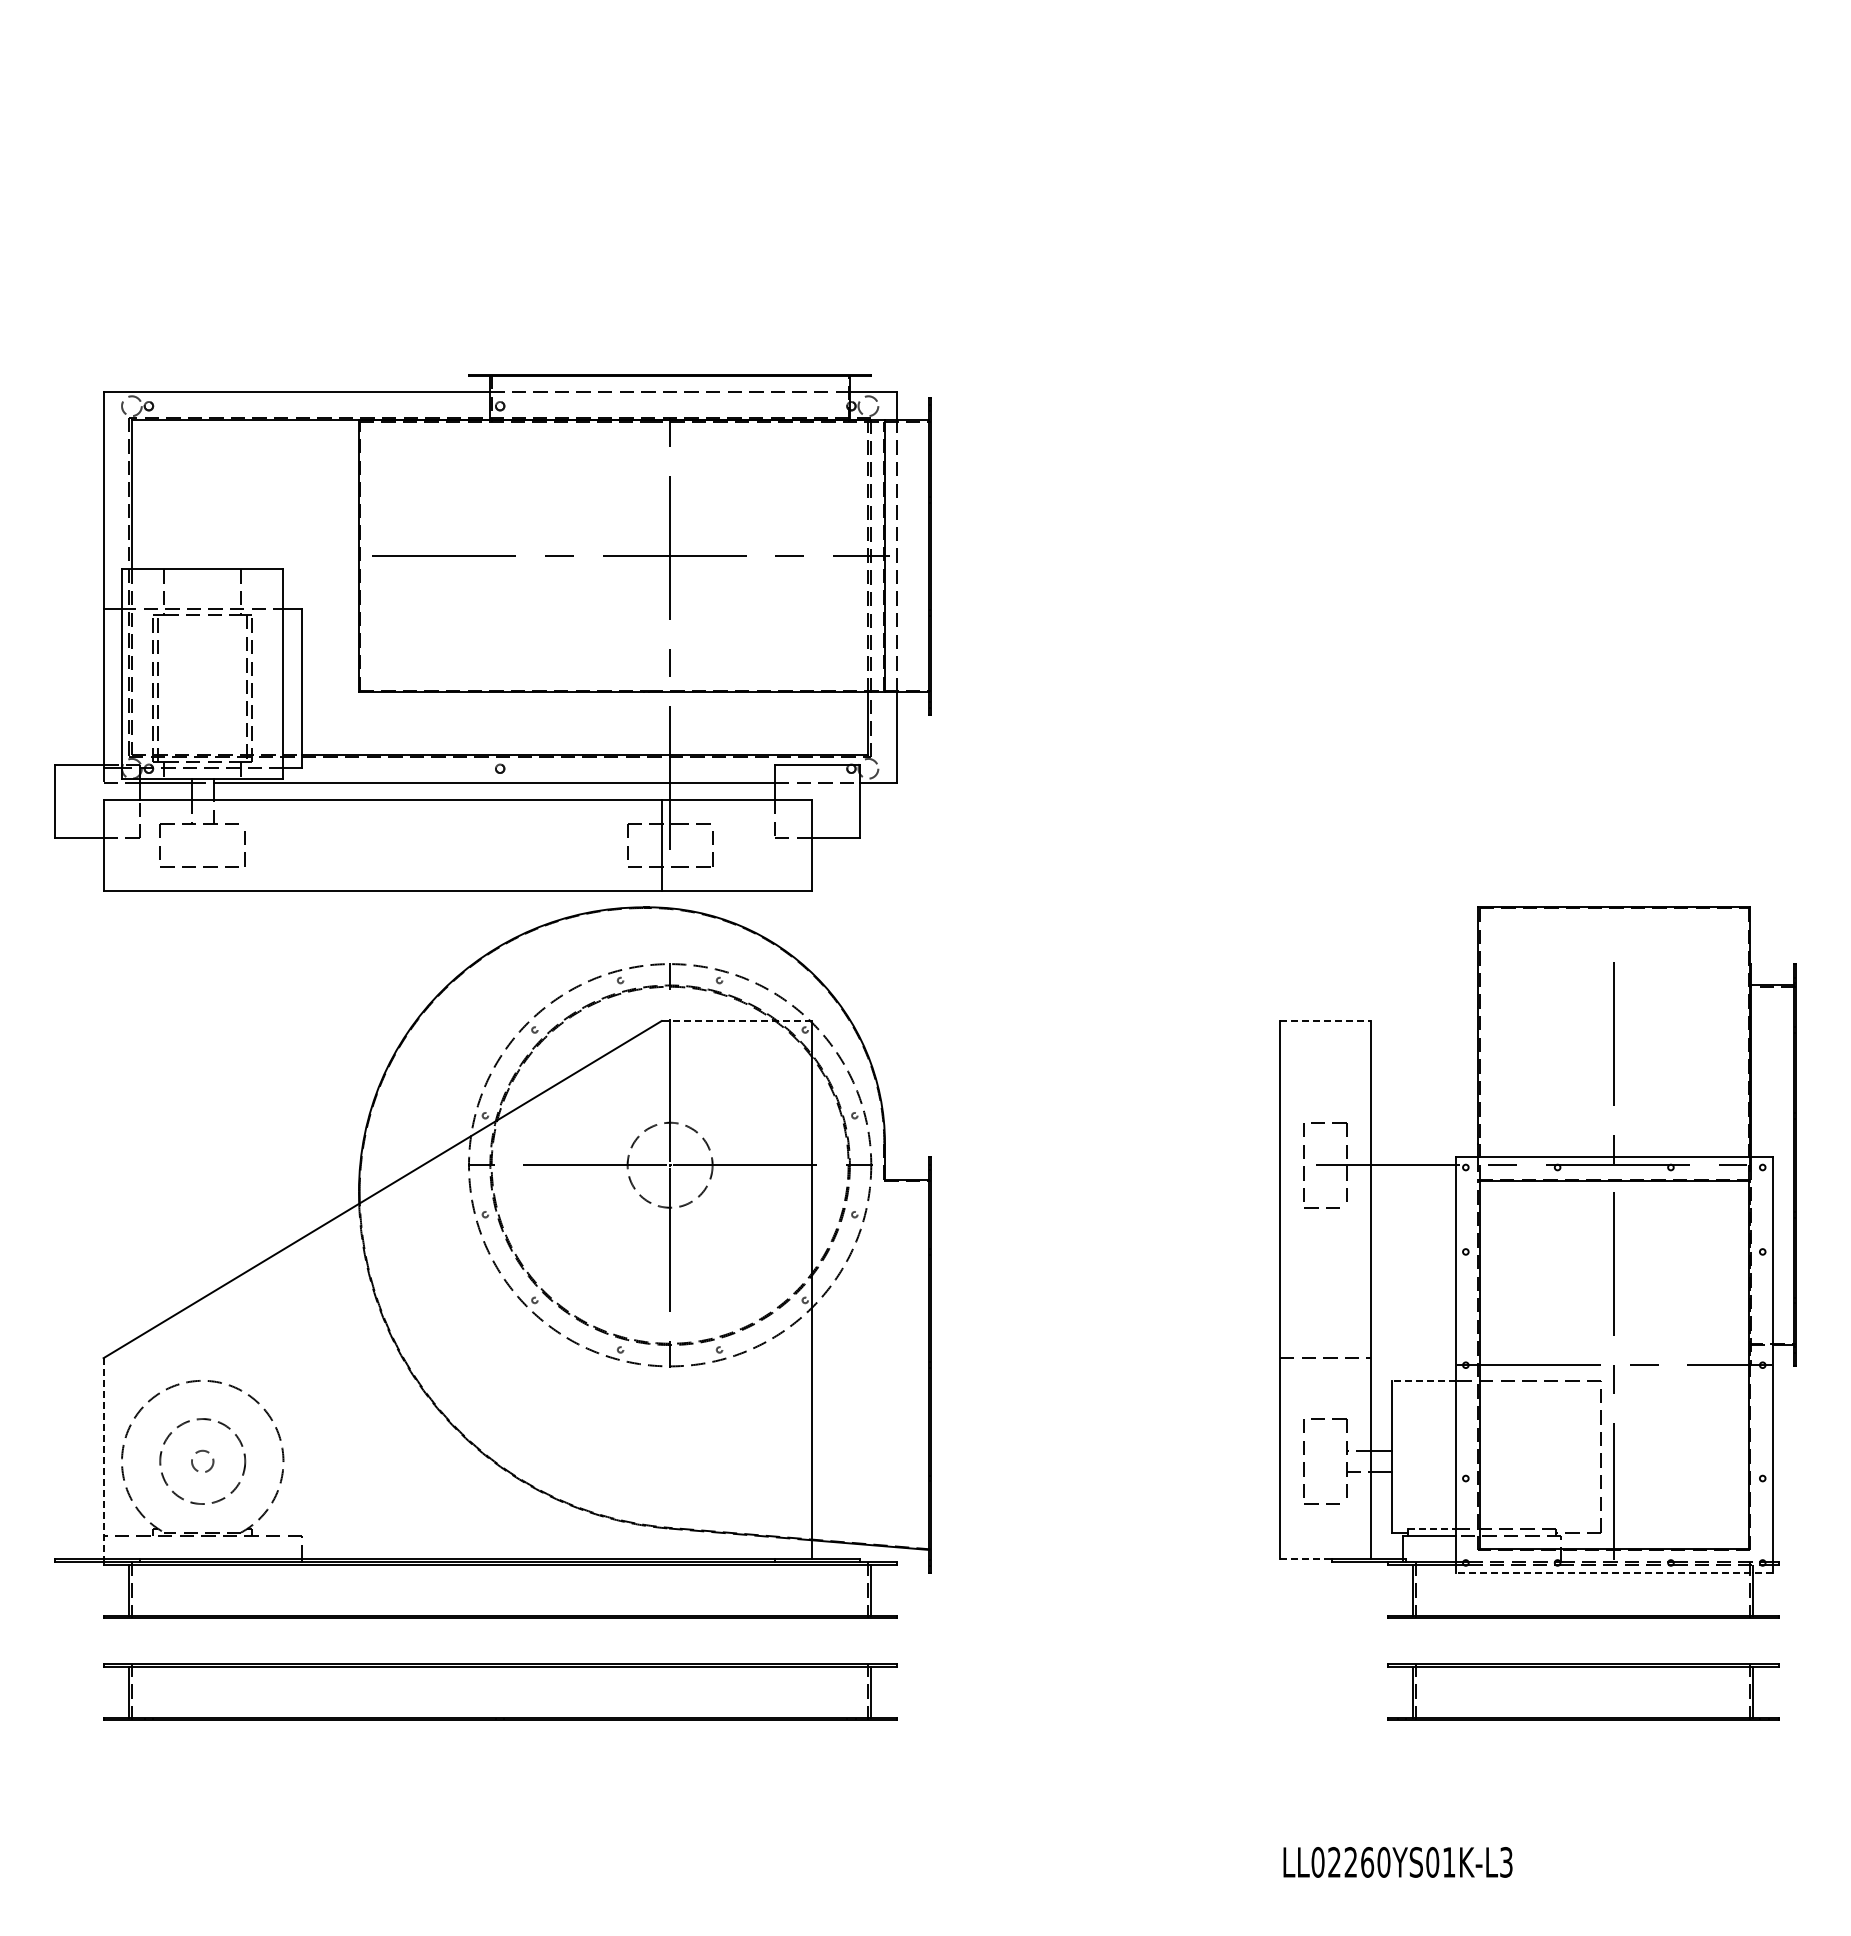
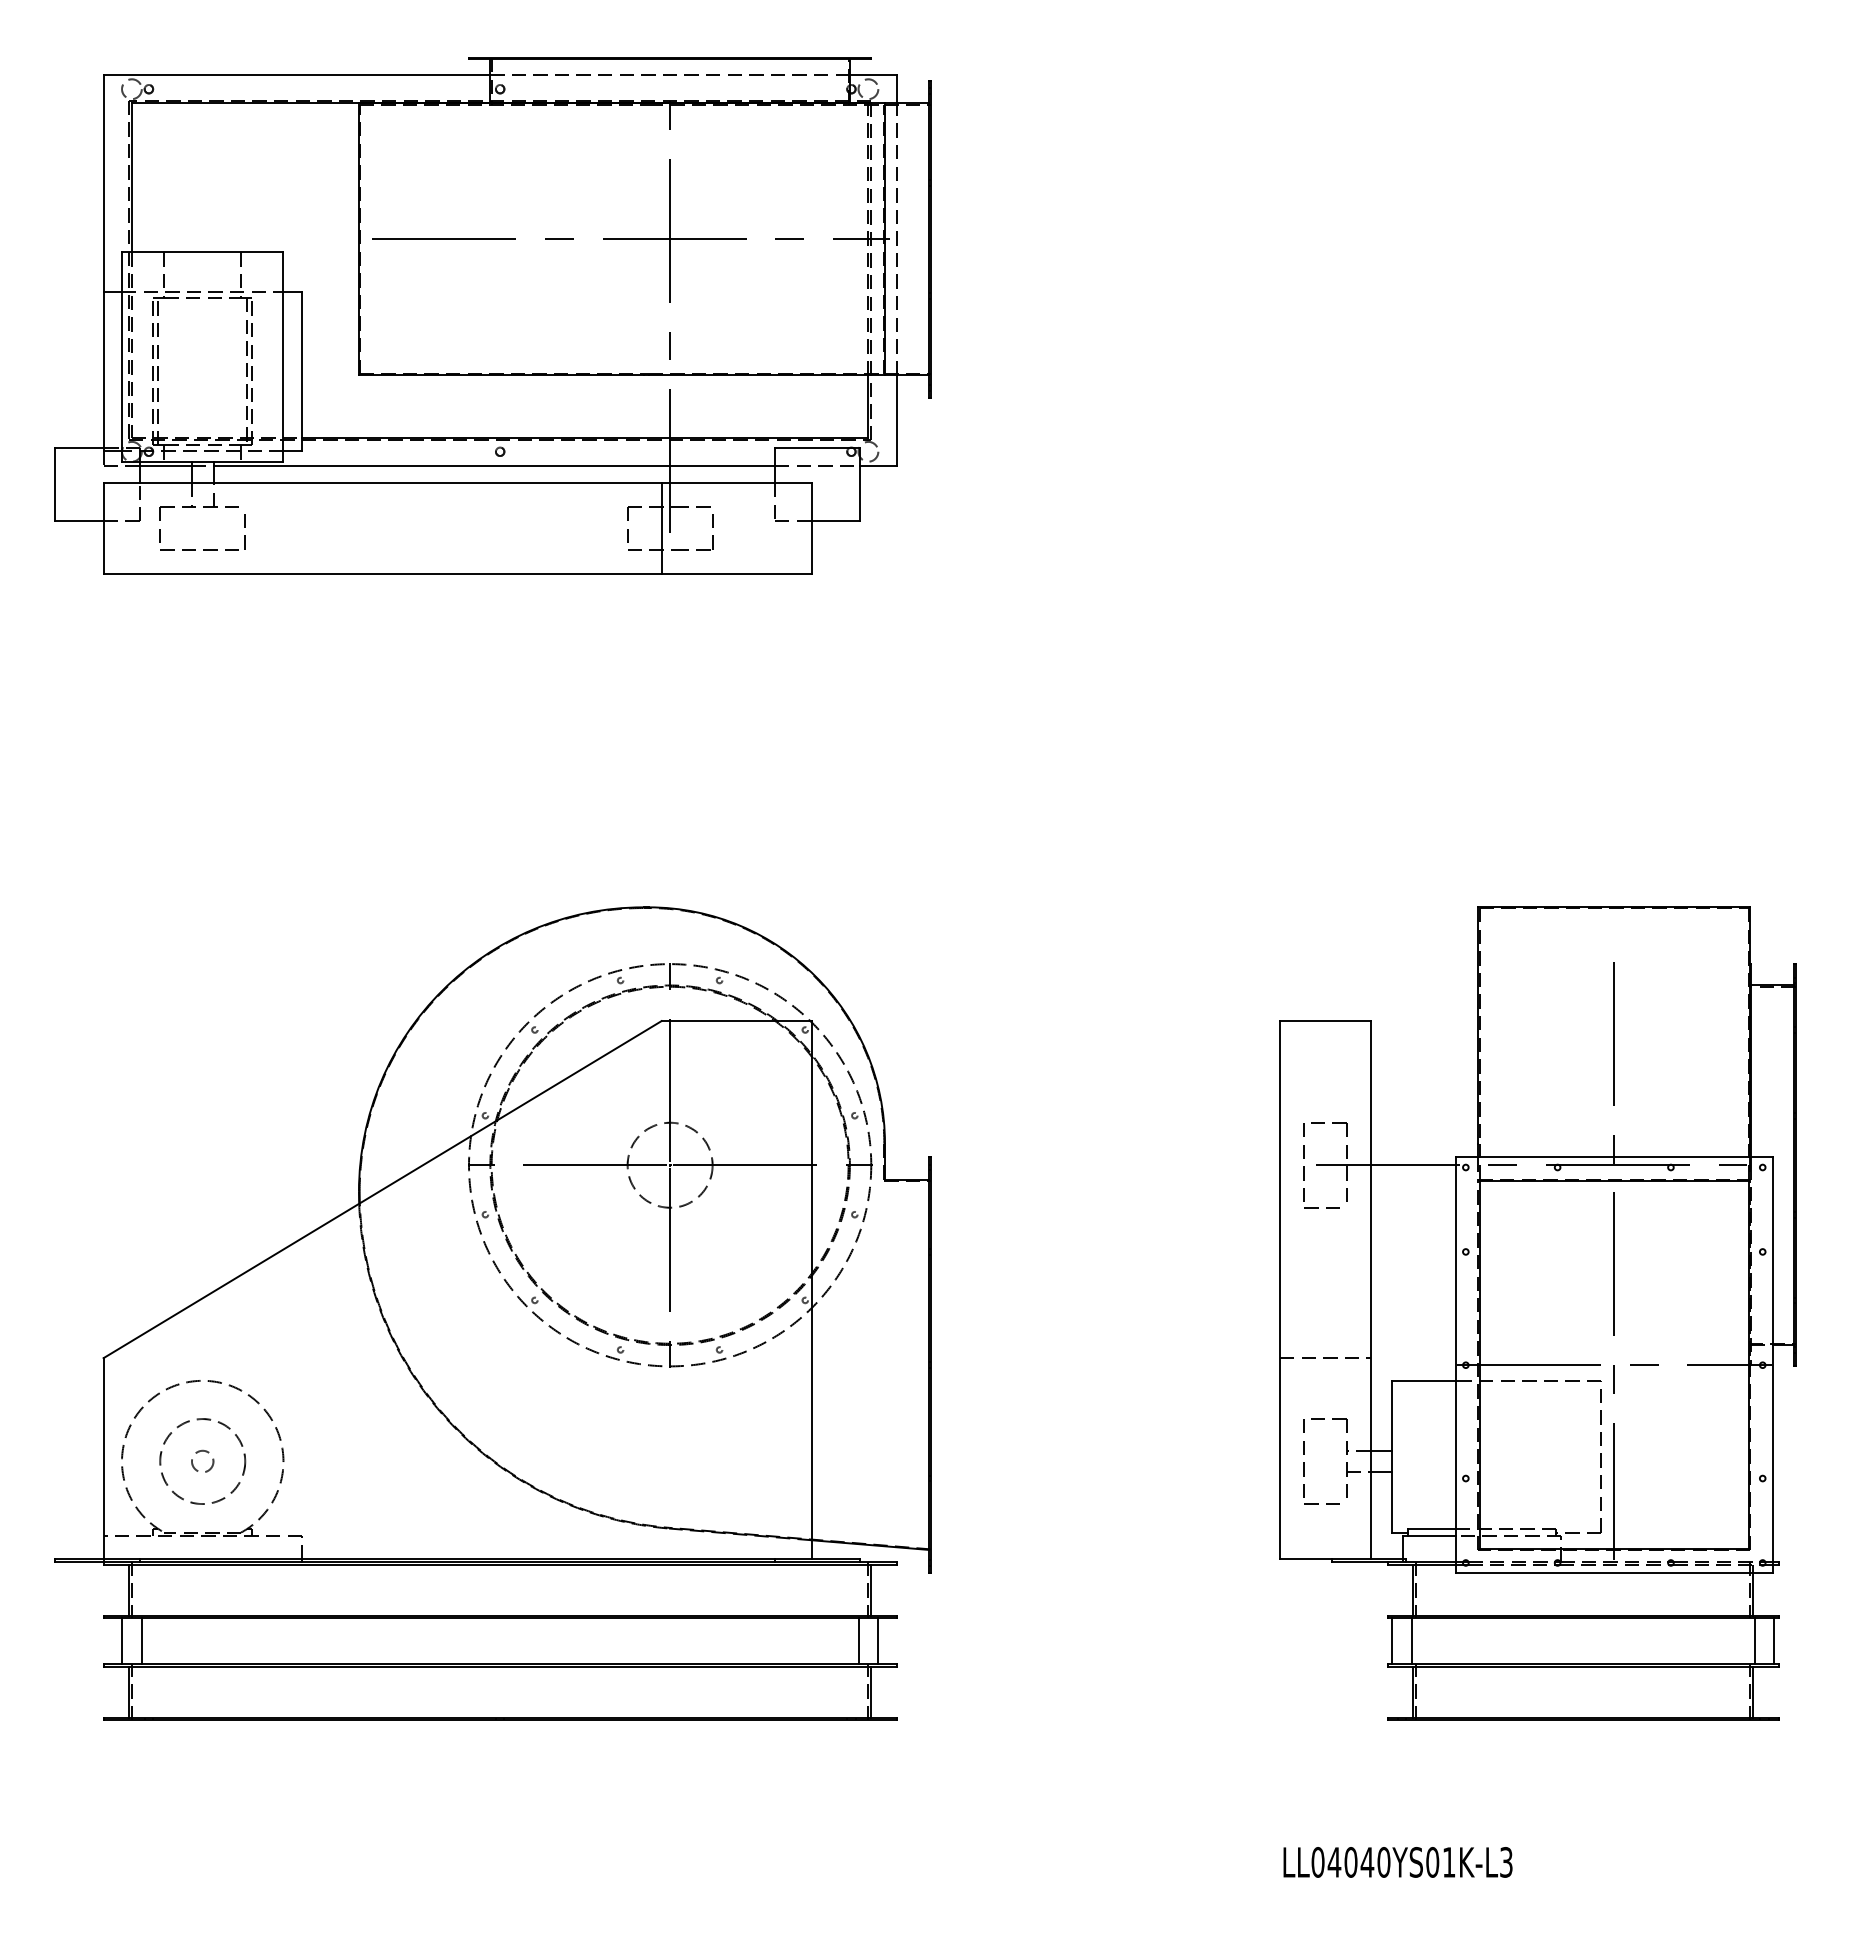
part at (492, 632) position: (492, 632) -> (492, 315)
line at (736, 1021): dashed -> solid
line at (1325, 1021): dashed -> solid
line at (1423, 1380): dashed -> solid
line at (103, 1458): dashed -> solid
line at (1432, 1528): dashed -> solid
line at (1306, 1559): dashed -> solid
line at (1614, 1573): dashed -> solid
line at (122, 1640): none -> present
line at (141, 1640): none -> present
line at (858, 1640): none -> present
line at (878, 1640): none -> present
line at (1391, 1640): none -> present
line at (1411, 1640): none -> present
line at (1754, 1640): none -> present
line at (1774, 1640): none -> present
text at (1350, 1862): LL02260YS01K-L3 -> LL04040YS01K-L3
